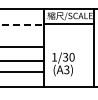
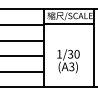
line at (22, 24): dashed -> solid
line at (23, 46) position: (23, 46) -> (23, 40)
line at (23, 61) position: (23, 61) -> (23, 56)
text at (63, 64) position: (63, 64) -> (68, 61)
